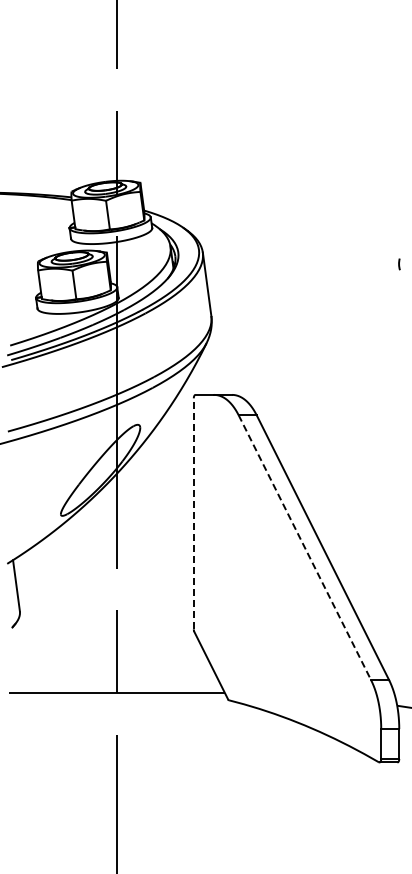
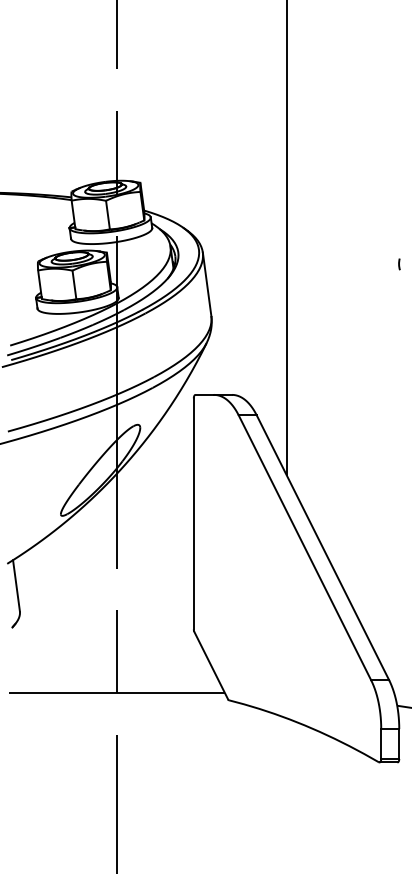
line at (286, 238): none -> present
line at (193, 513): dashed -> solid
line at (305, 548): dashed -> solid
